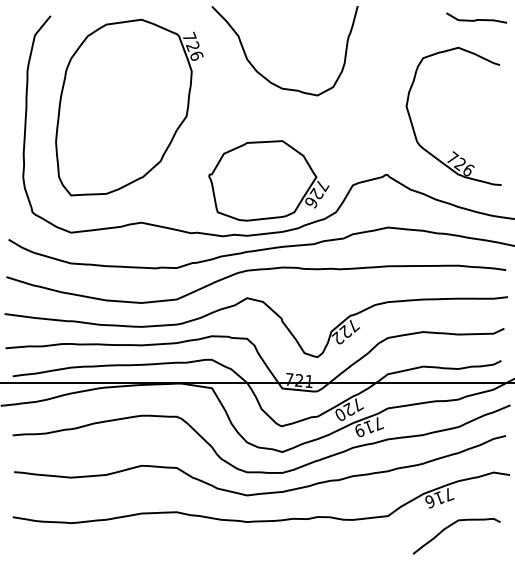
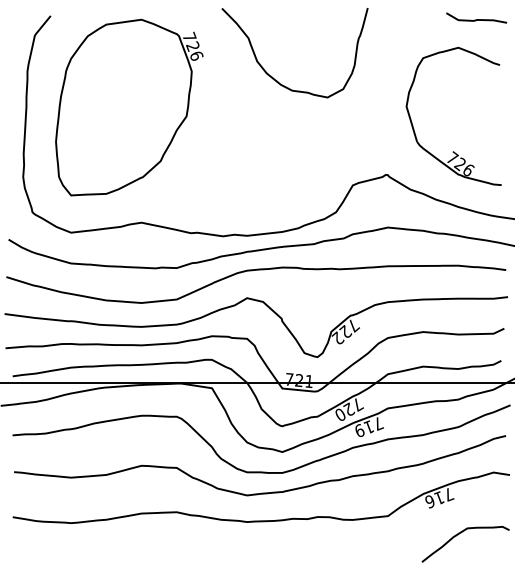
curve at (262, 74) position: (262, 74) -> (272, 76)
part at (268, 180): present -> none
curve at (449, 527) position: (449, 527) -> (458, 535)
